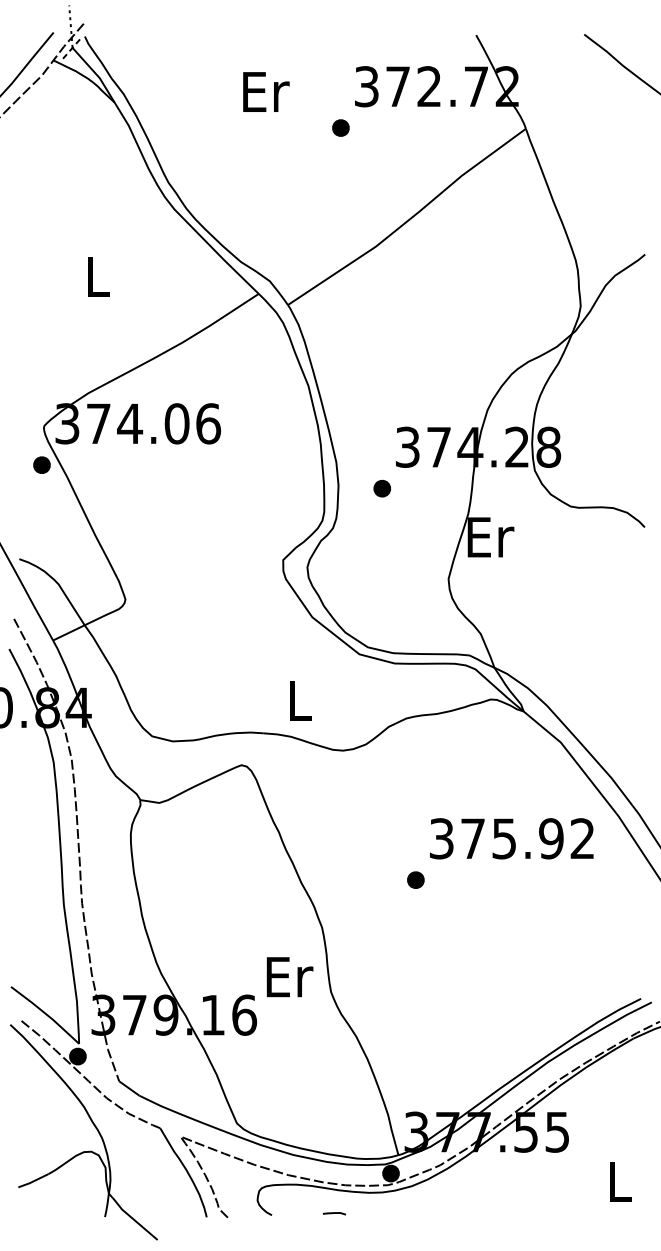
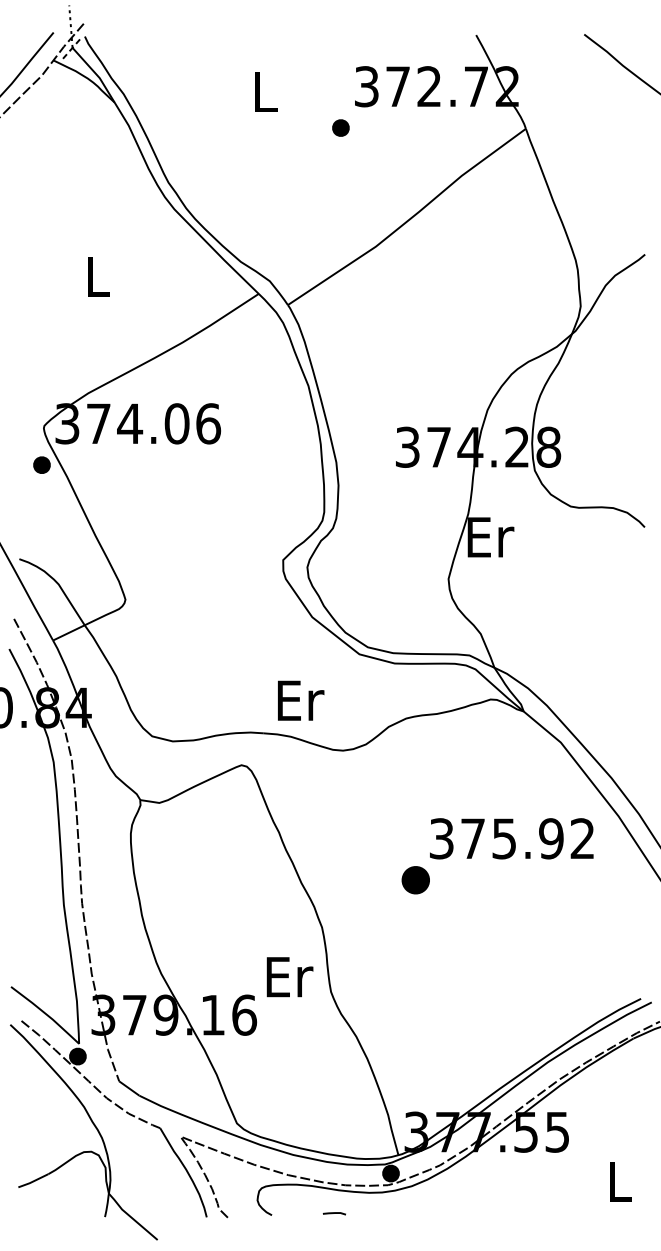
text at (266, 91): Er -> L
part at (381, 488): present -> none
text at (300, 700): L -> Er
part at (415, 879) size: 18x18 px -> 29x29 px
